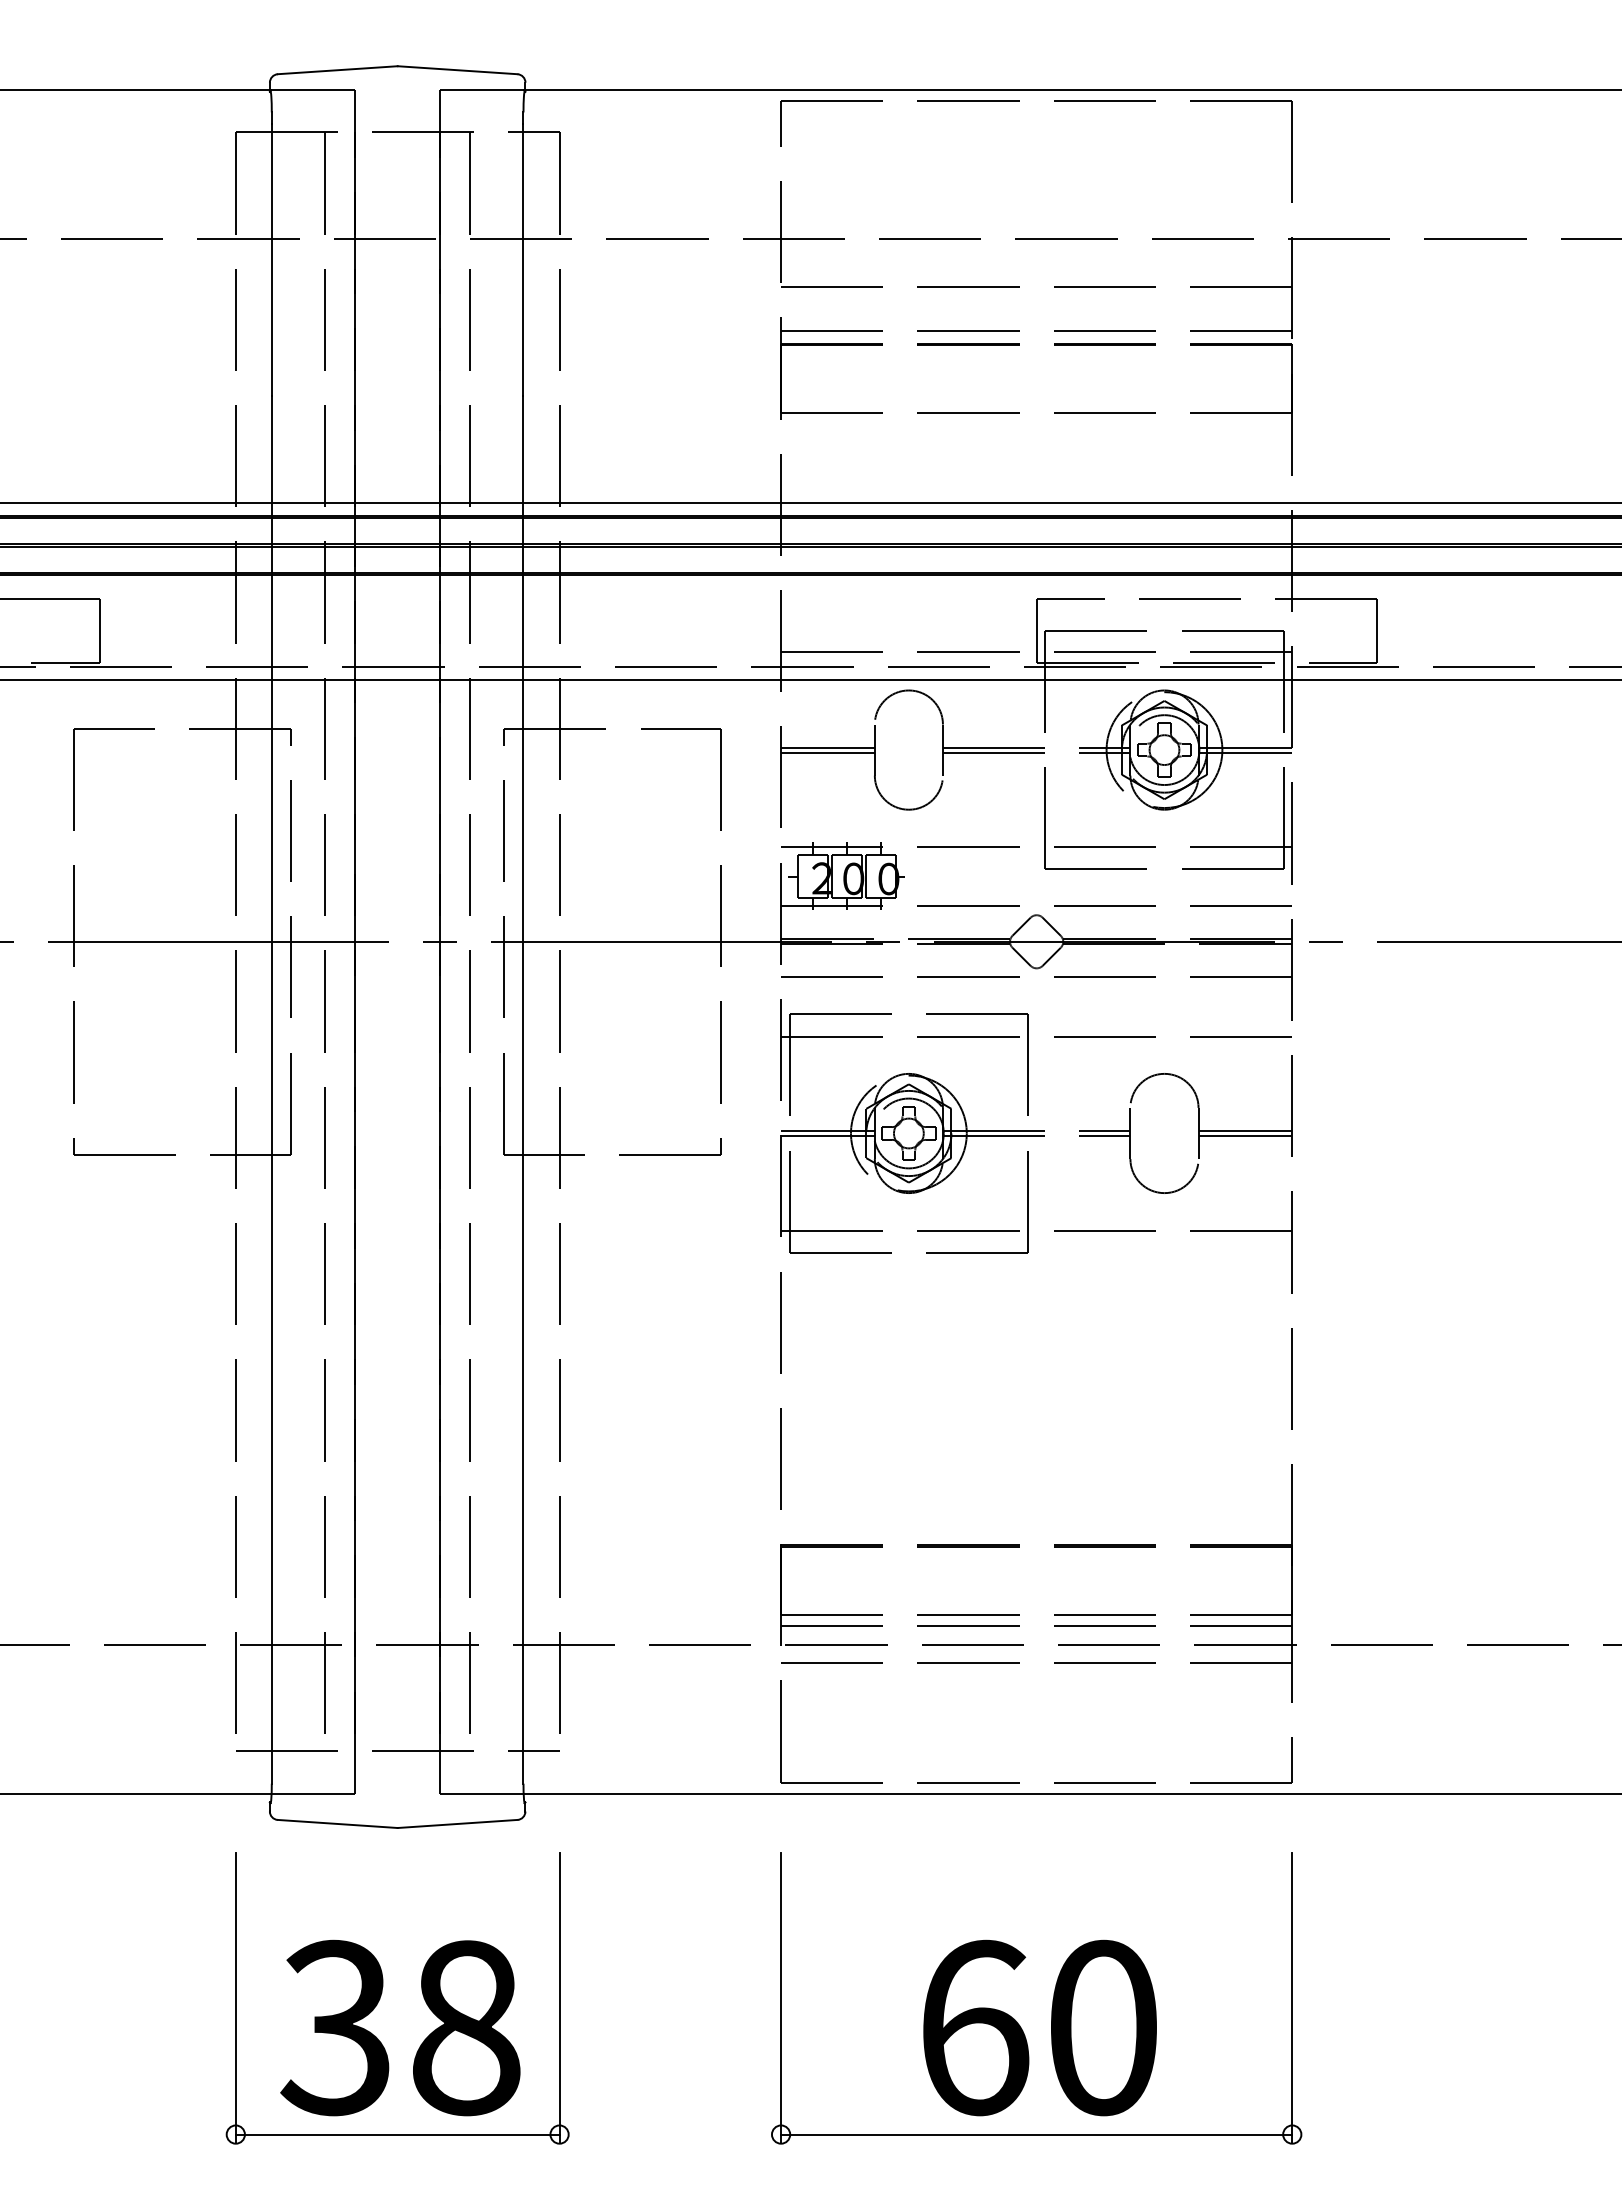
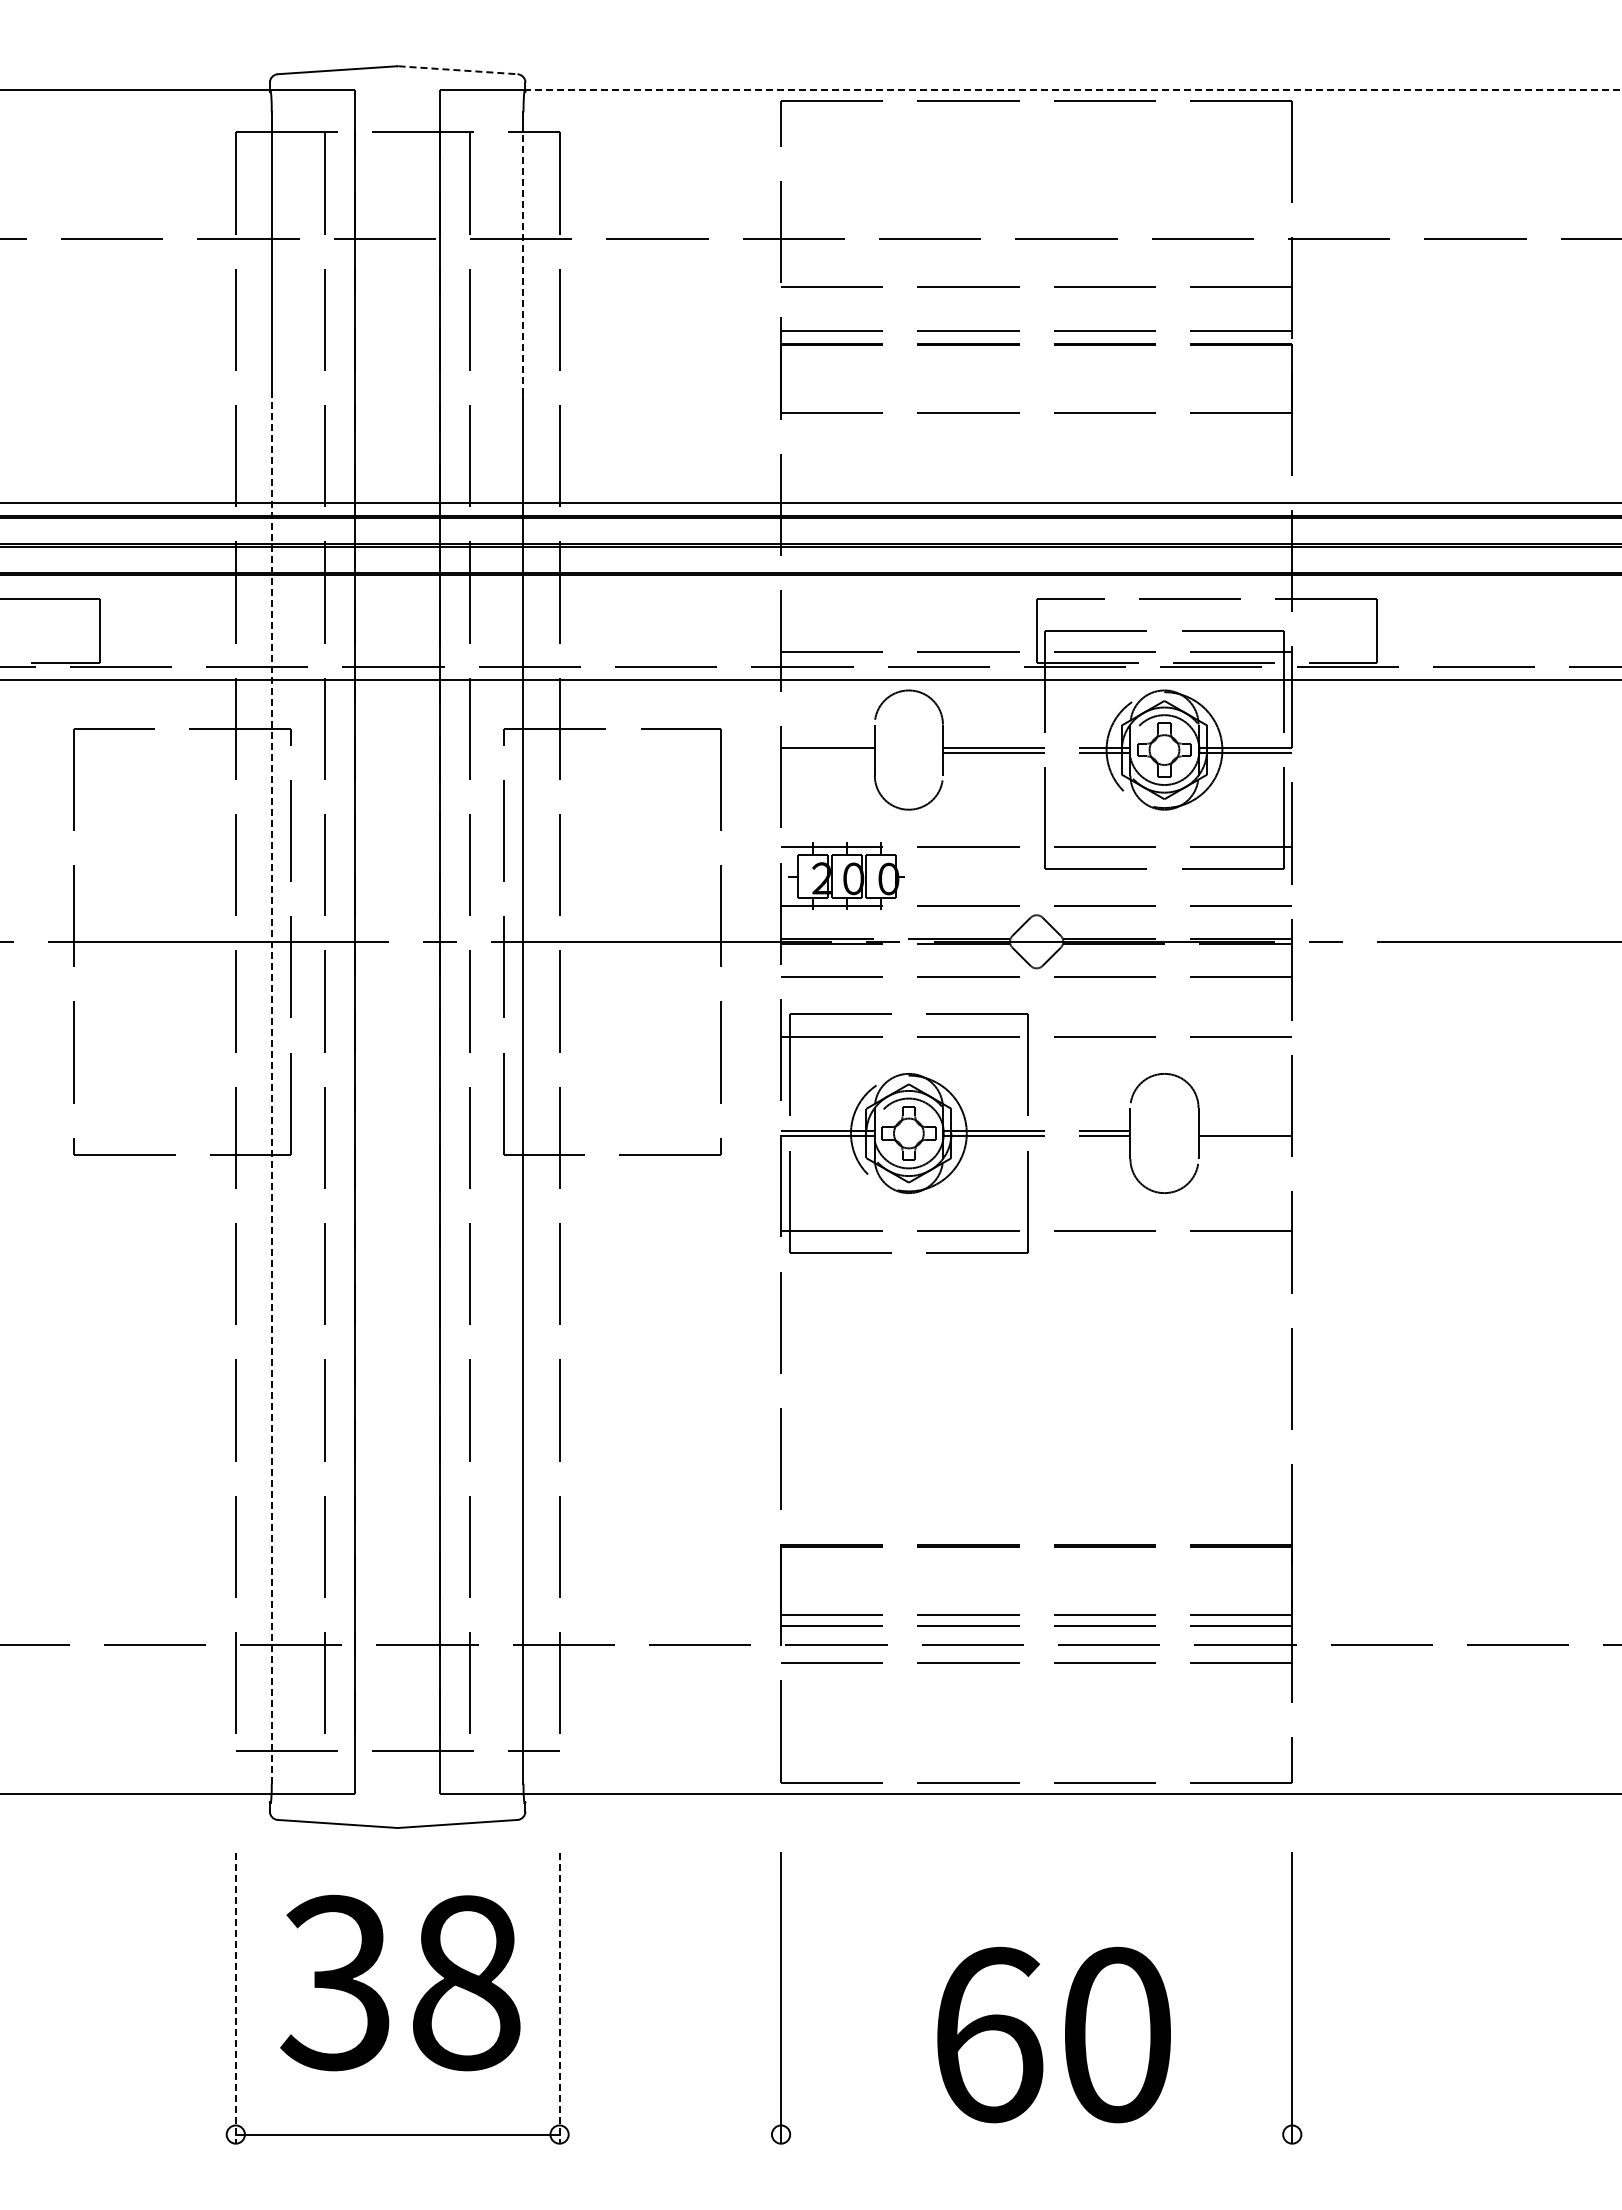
line at (458, 70): solid -> dashed
line at (1073, 89): solid -> dashed
line at (523, 260): solid -> dashed
line at (827, 752): present -> none
line at (271, 1089): solid -> dashed
line at (1245, 1130): present -> none
line at (235, 1998): solid -> dashed
line at (559, 1998): solid -> dashed
text at (400, 2027) position: (400, 2027) -> (400, 1982)
text at (1039, 2027) position: (1039, 2027) -> (1053, 2034)
line at (1036, 2134): present -> none
